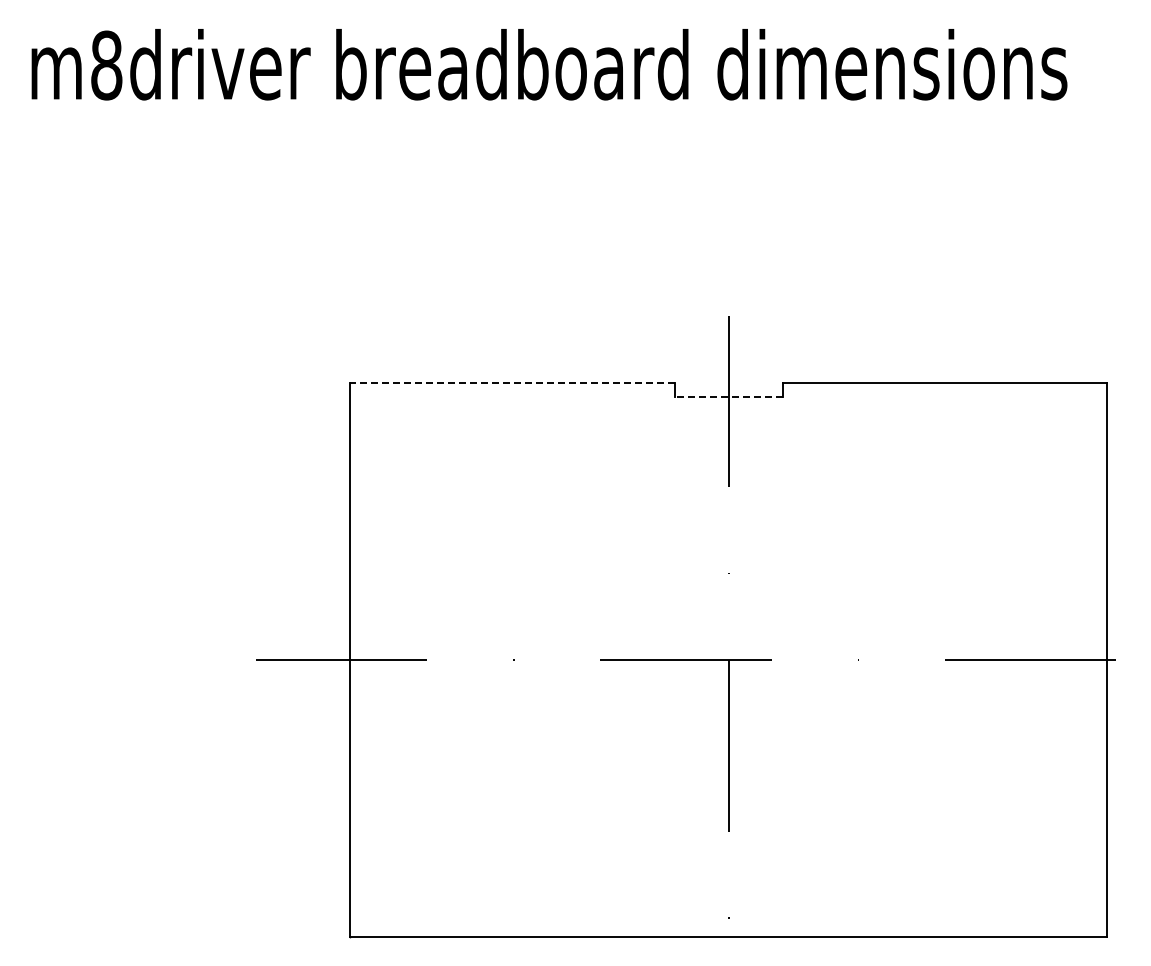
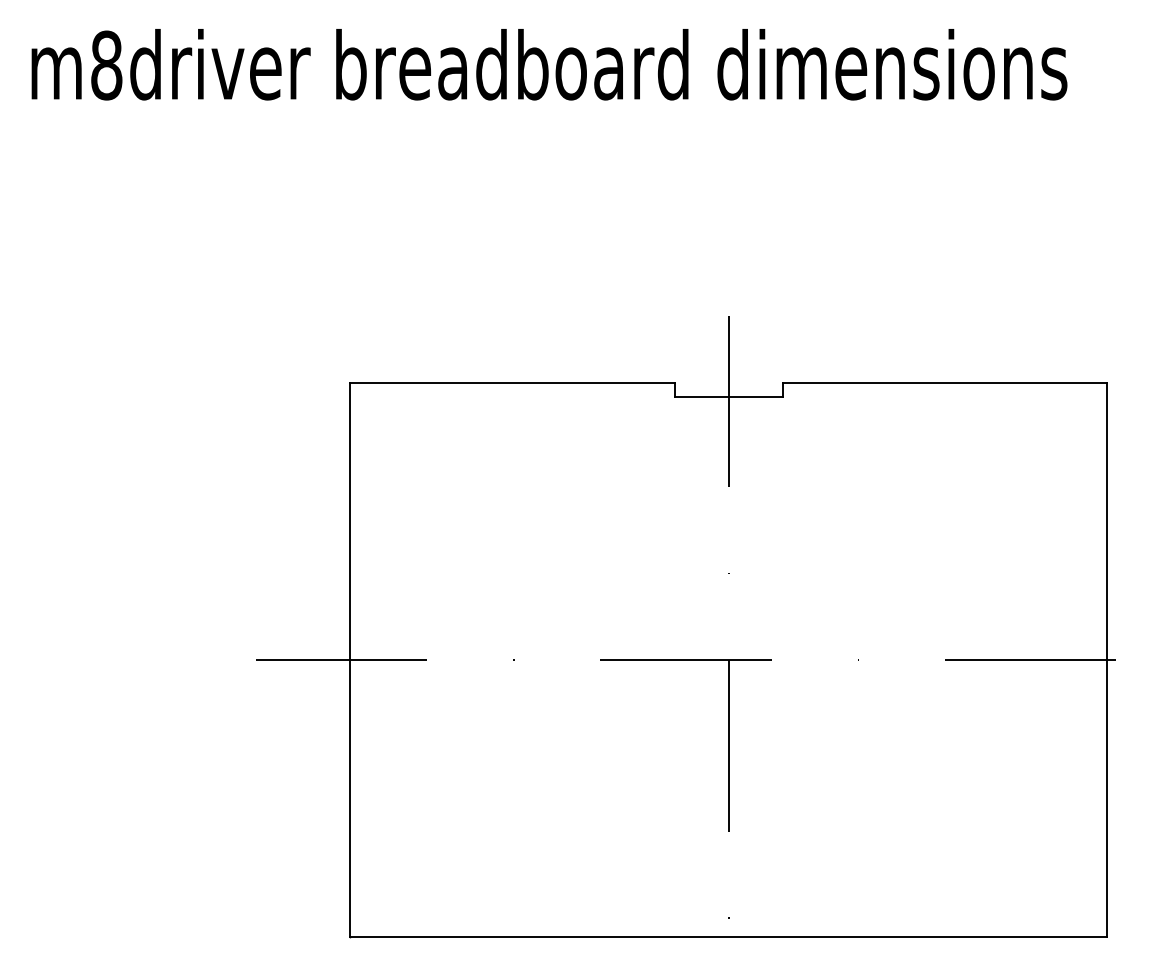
line at (511, 383): dashed -> solid
line at (728, 396): dashed -> solid
